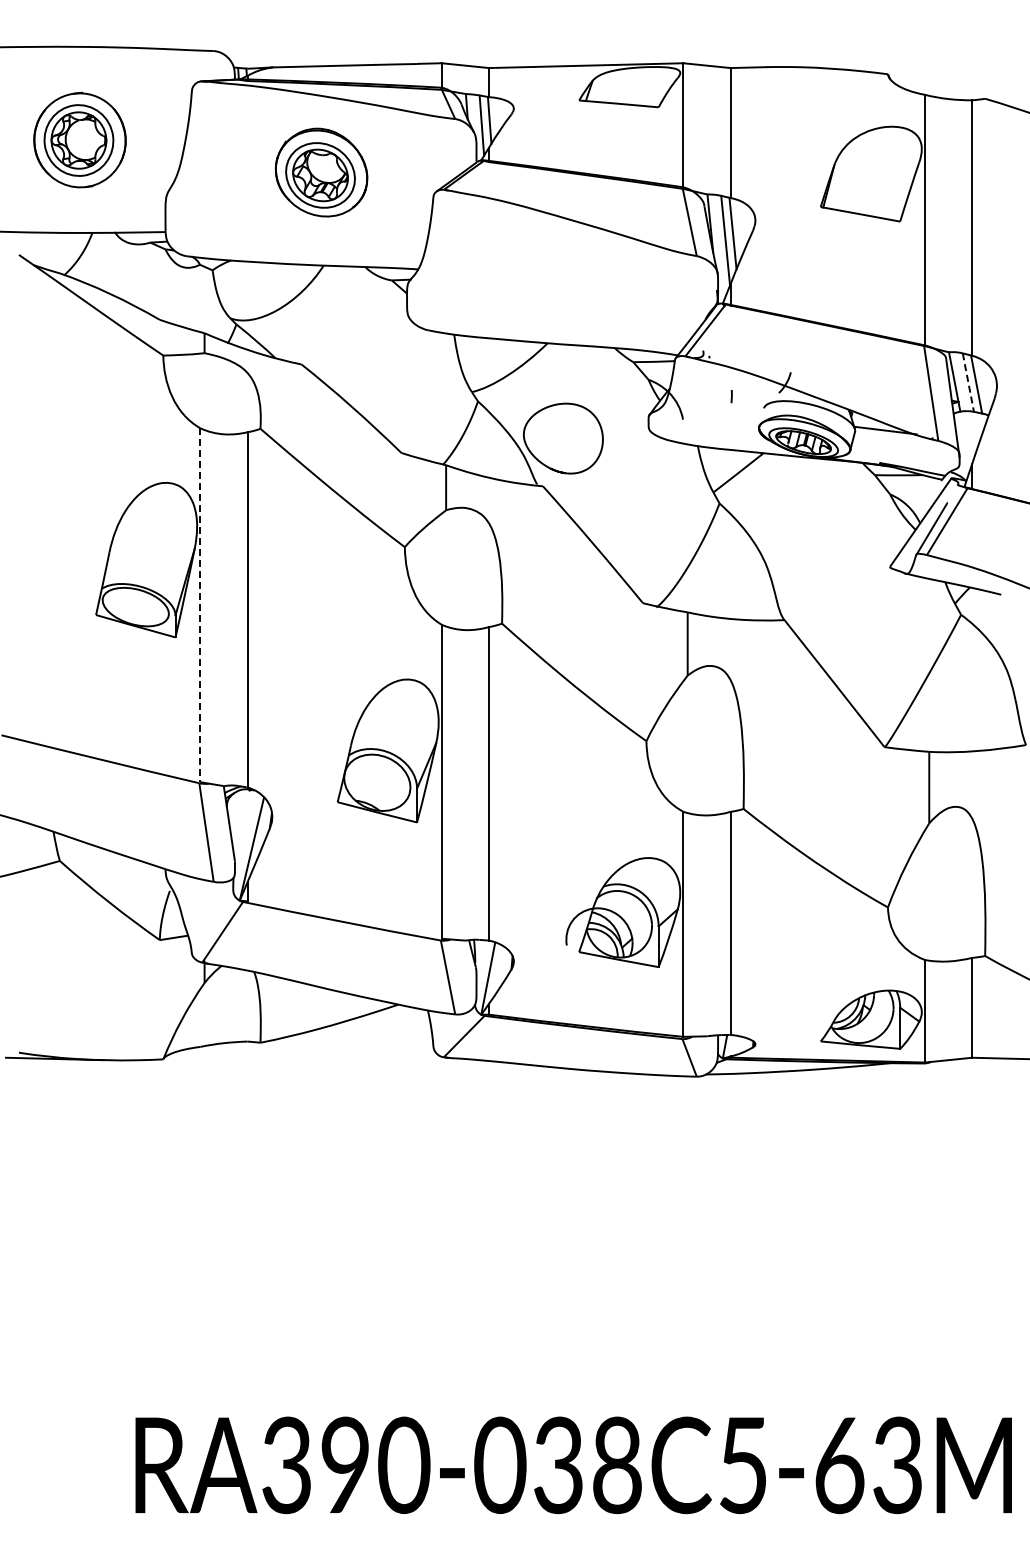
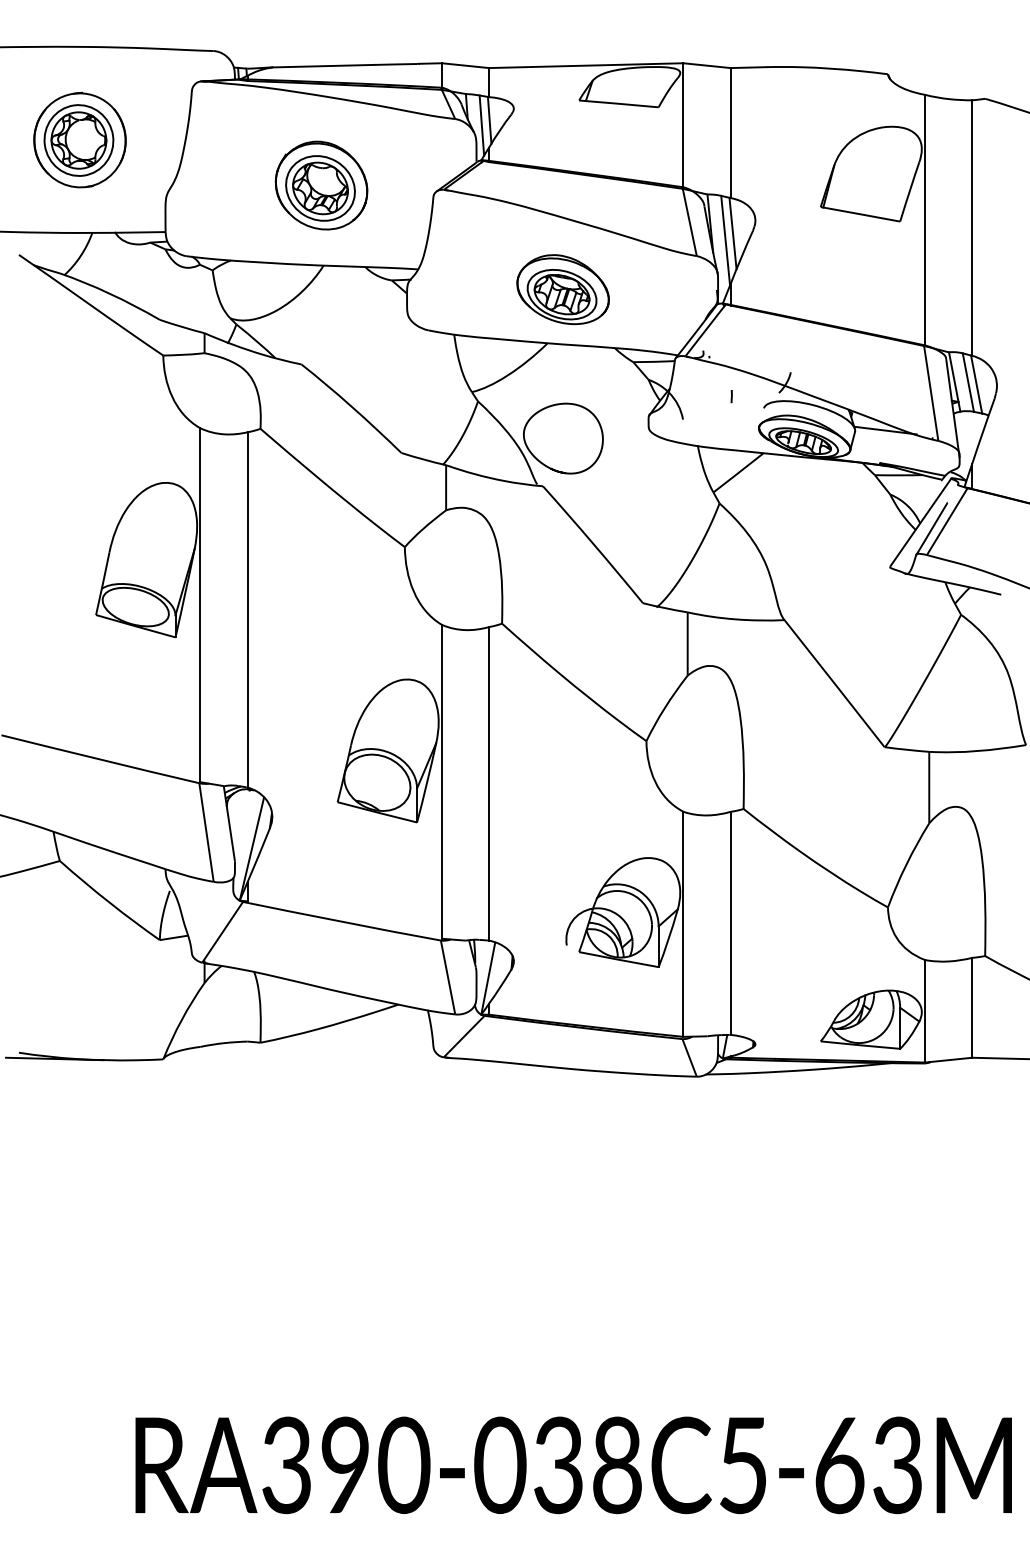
part at (321, 172) position: (321, 172) -> (321, 185)
part at (562, 289): none -> present
line at (968, 382): dashed -> solid
line at (200, 605): dashed -> solid
